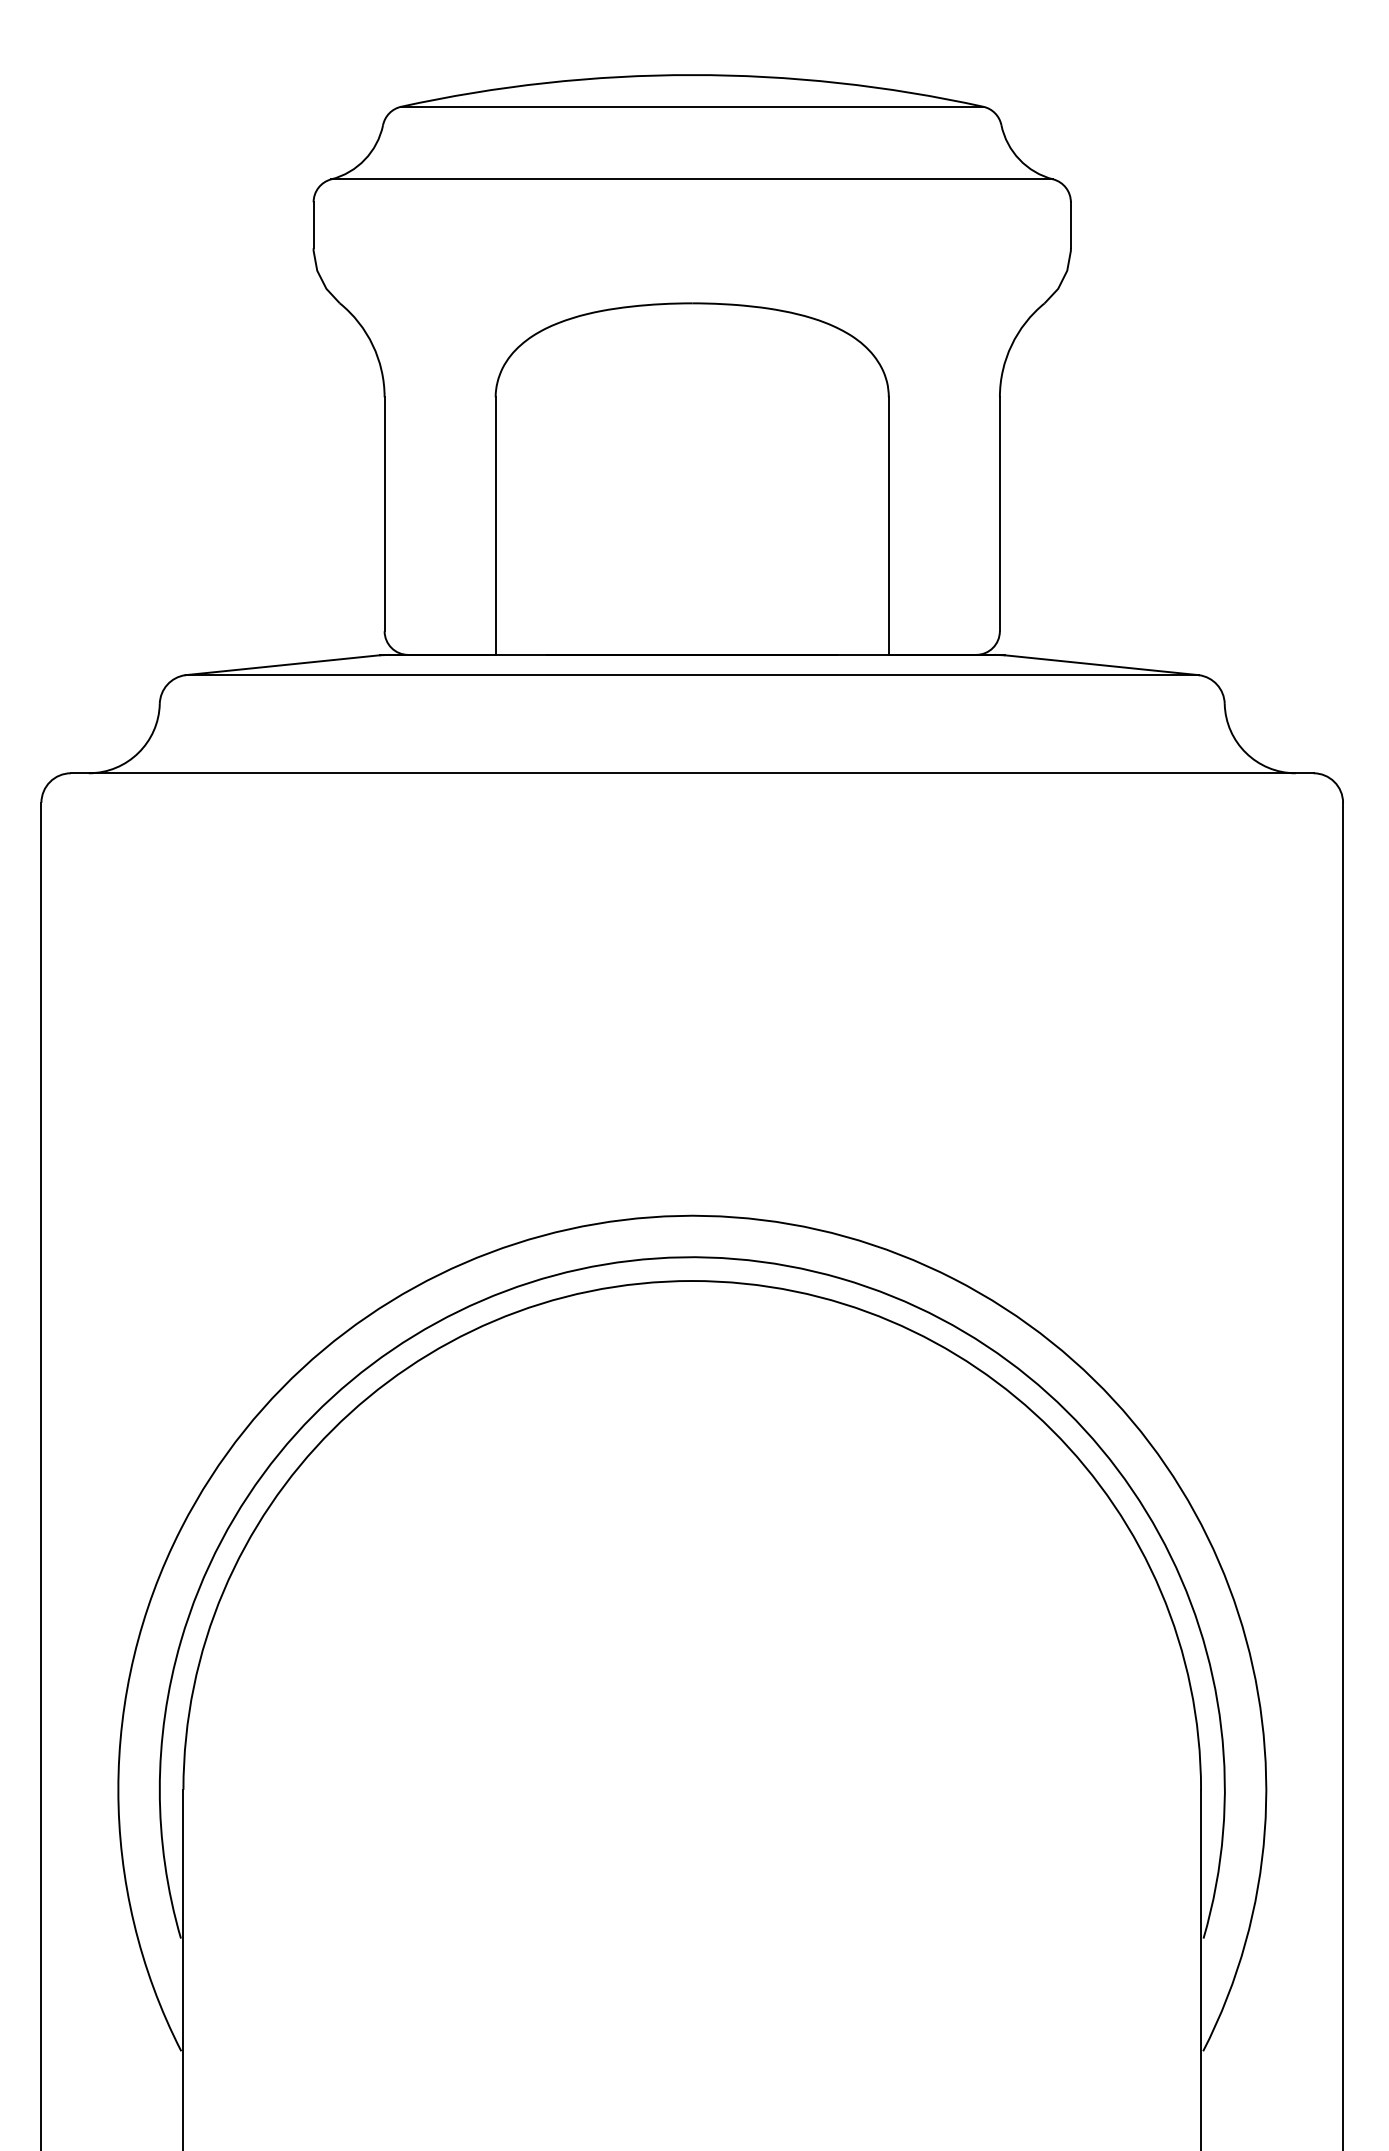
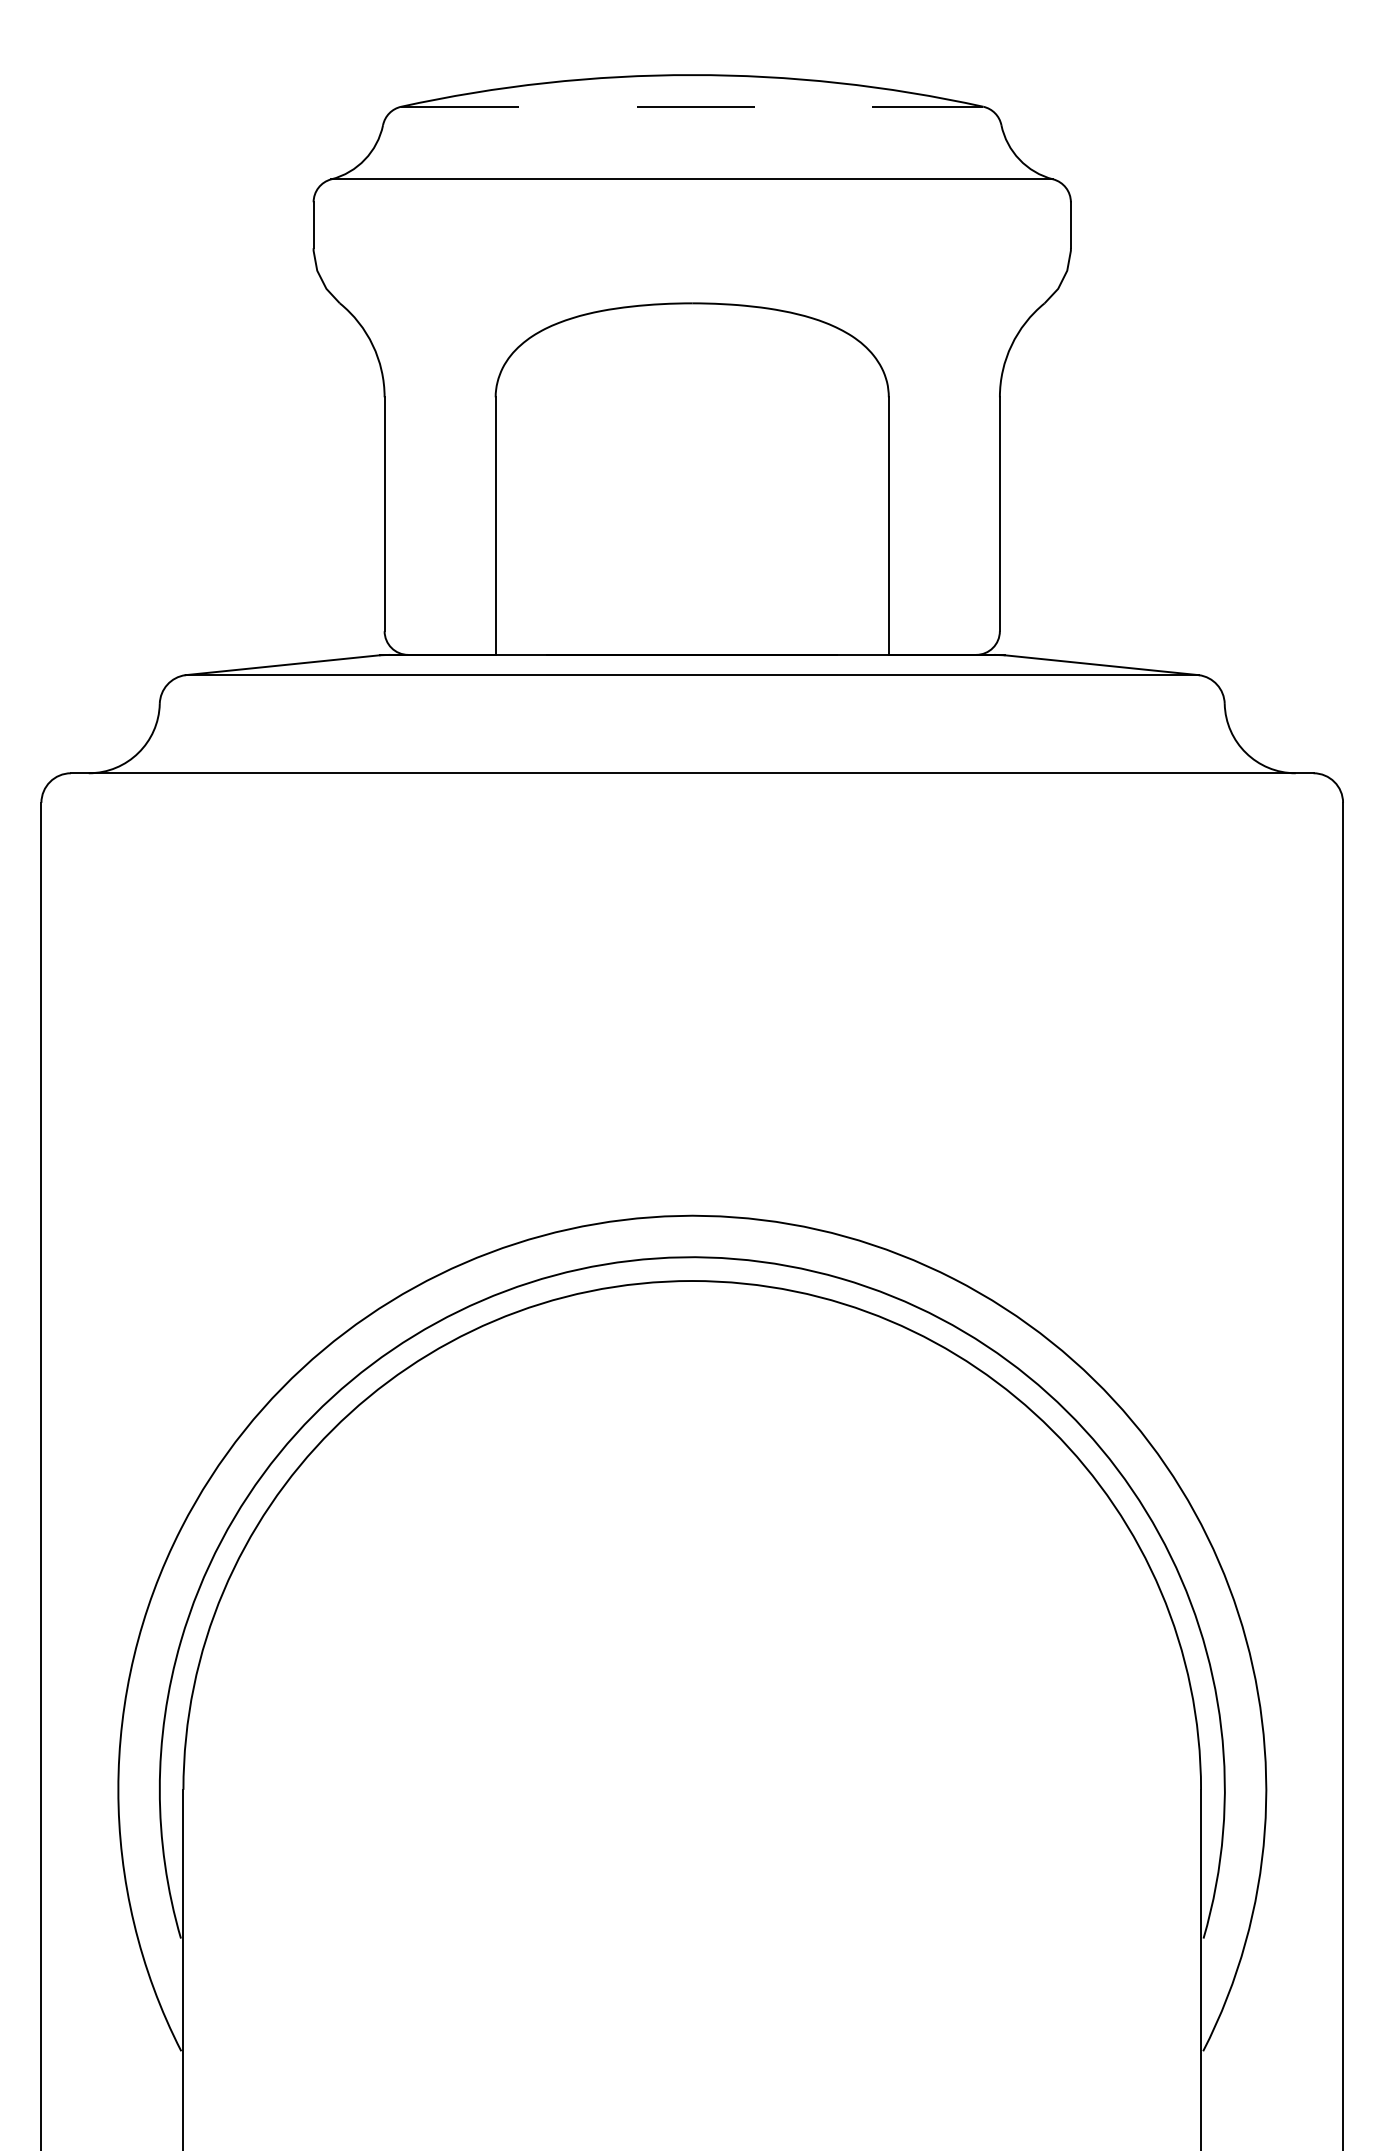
line at (692, 106): solid -> dashed
